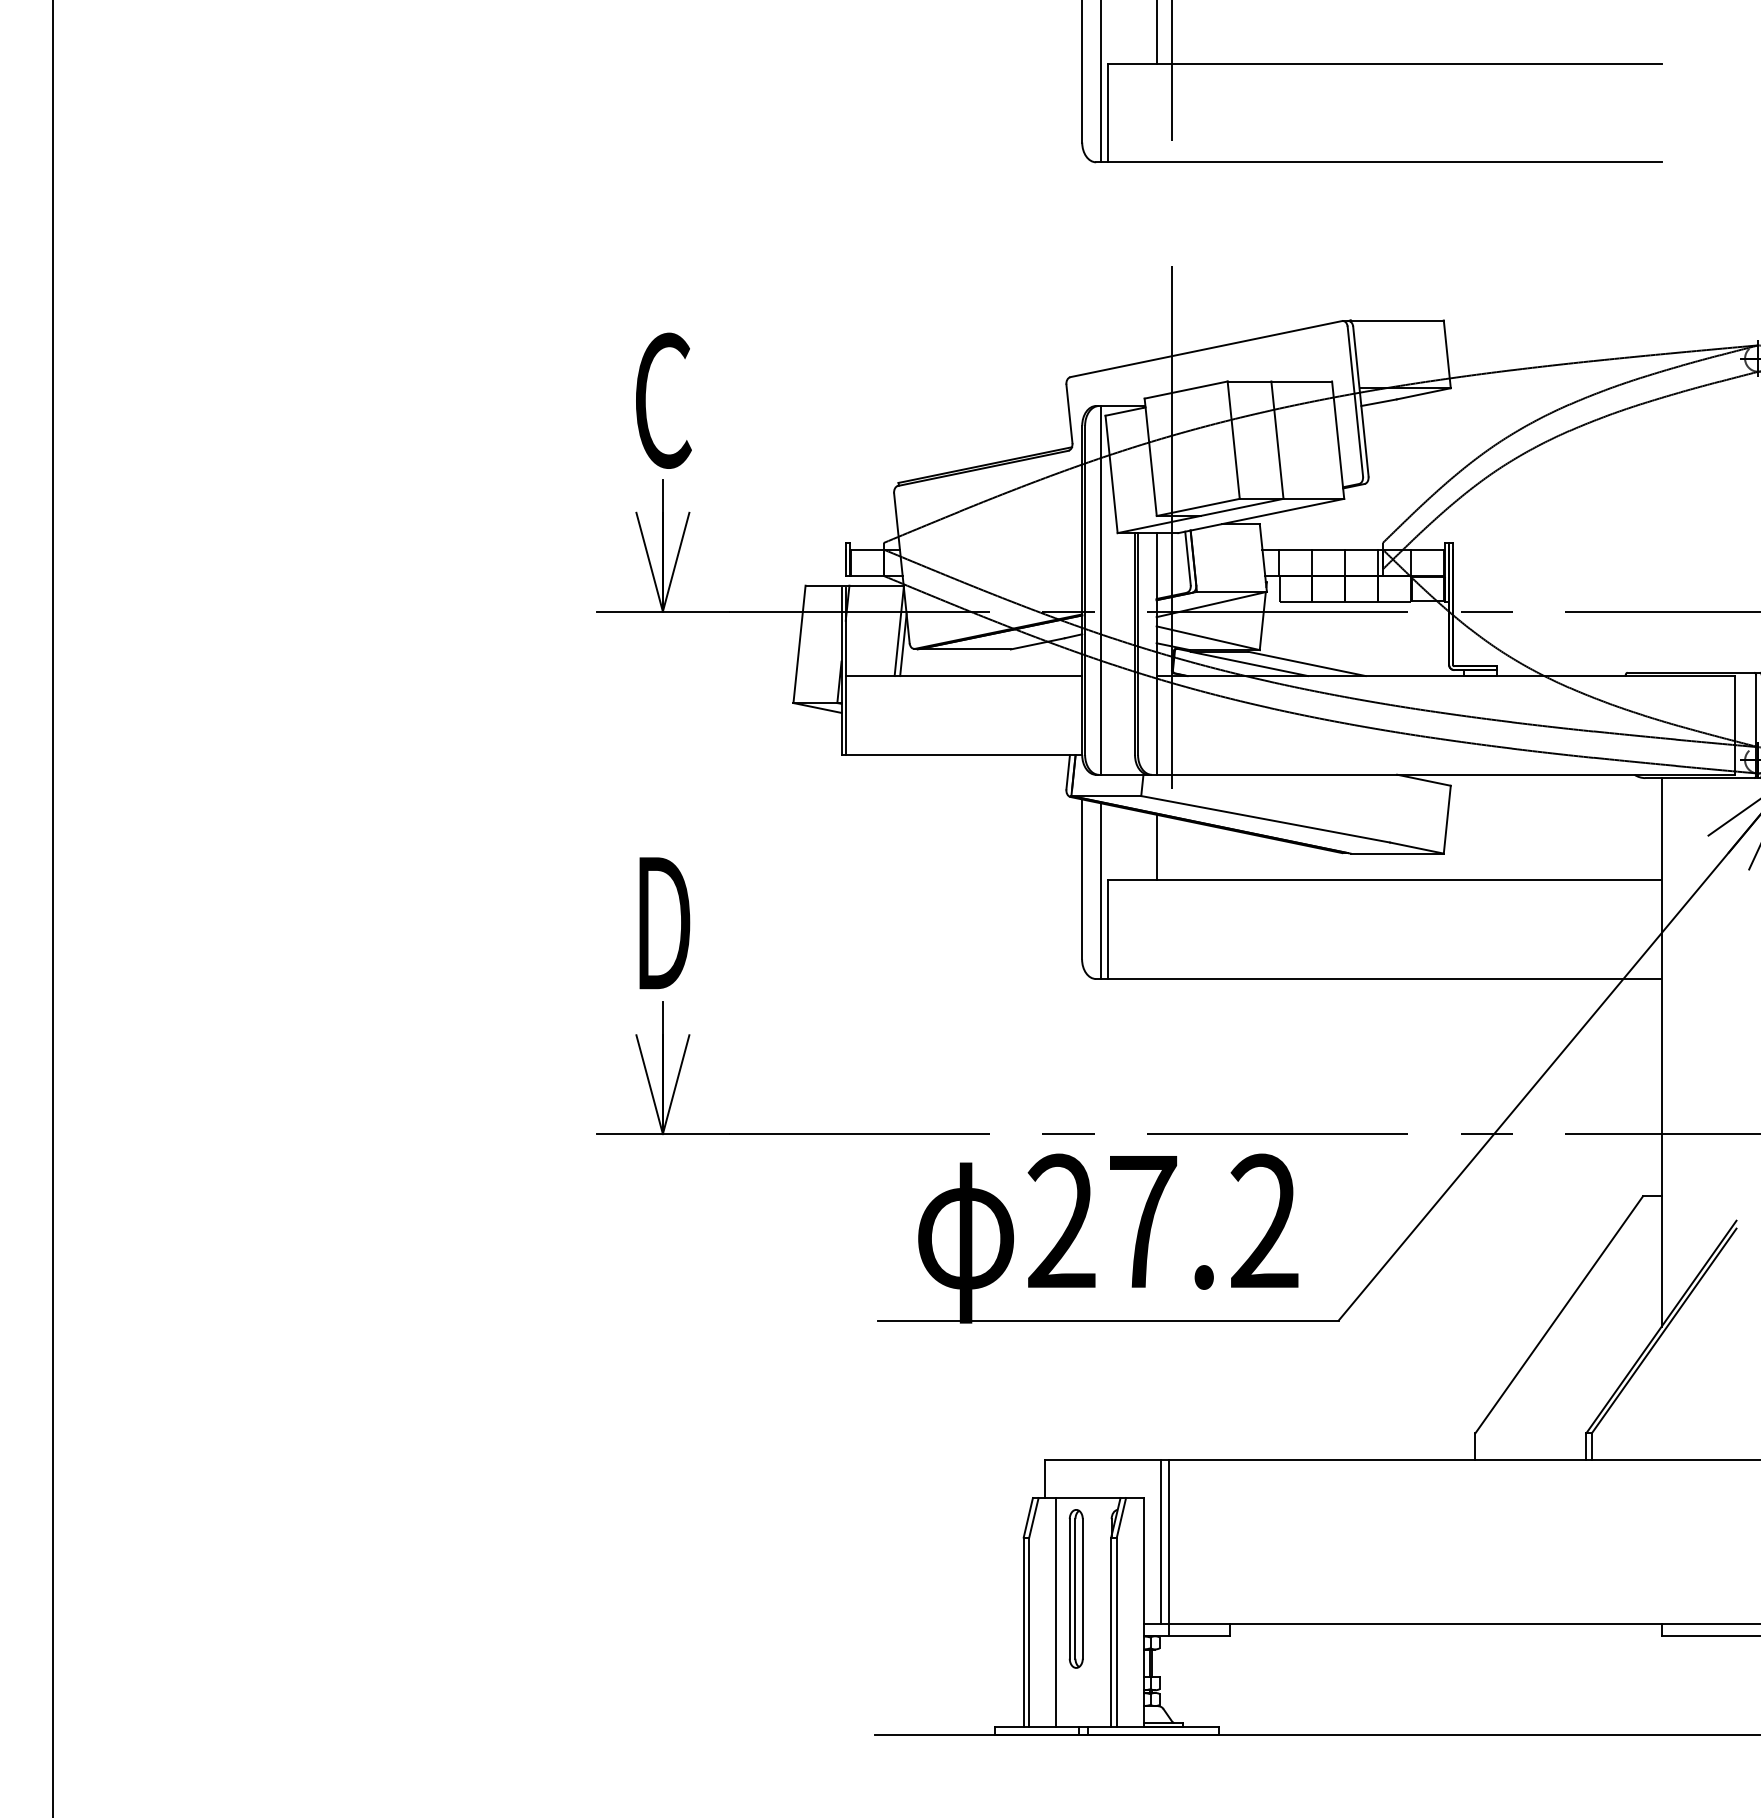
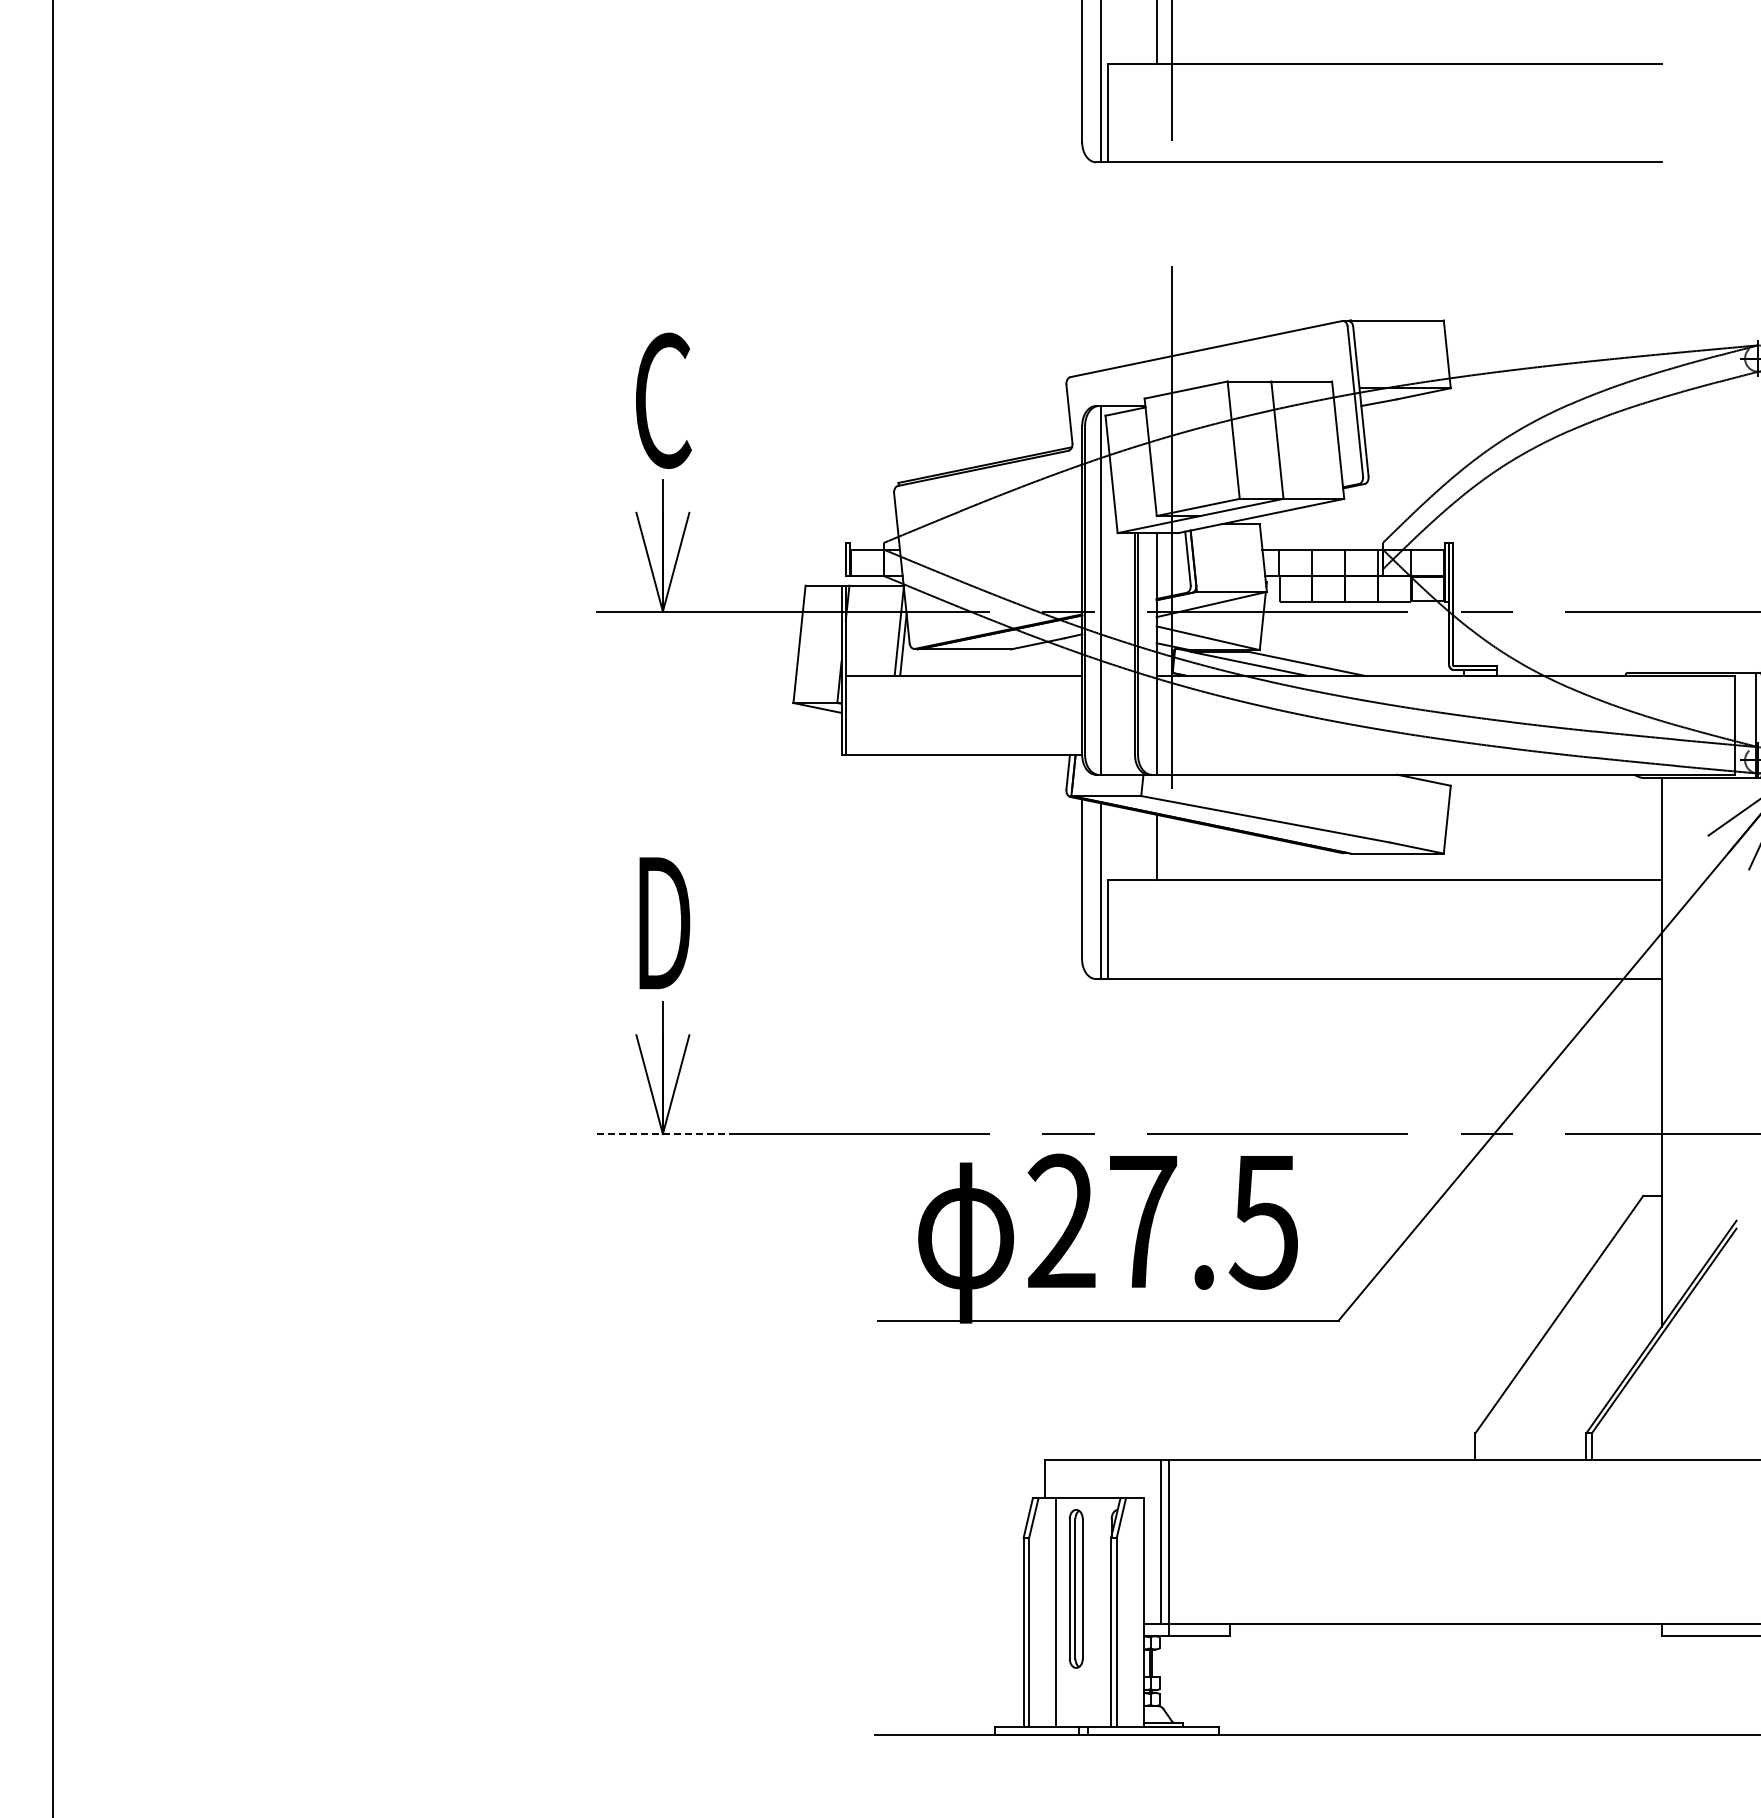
line at (662, 1134): solid -> dashed
text at (1263, 1221): 27.2 -> 27.5
